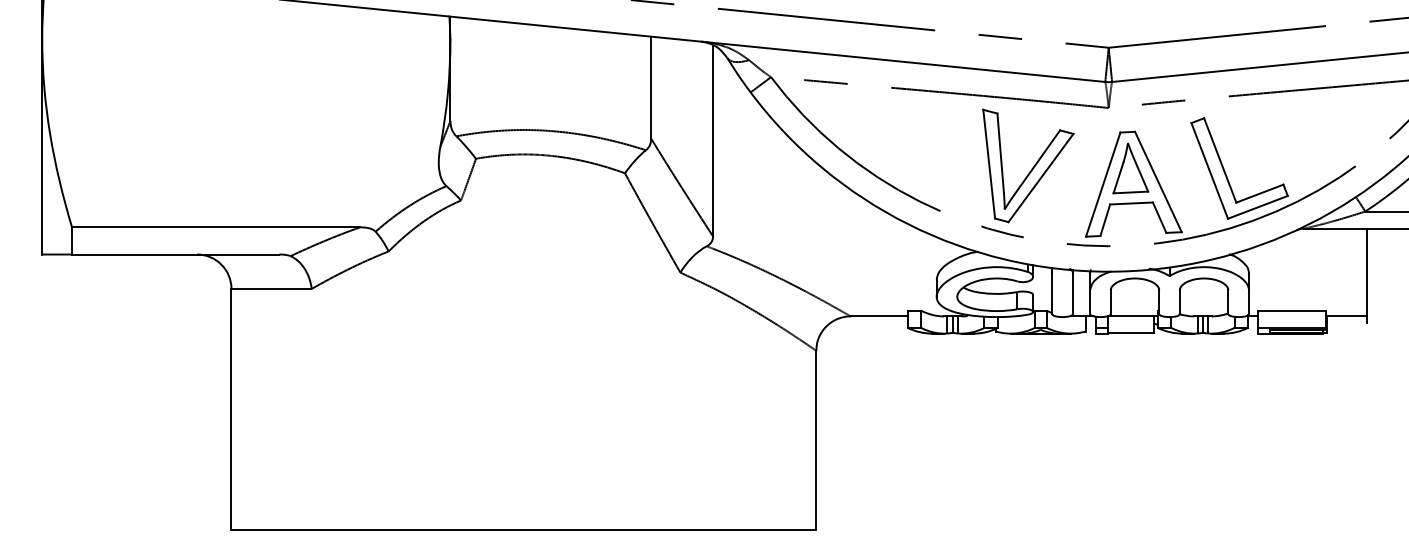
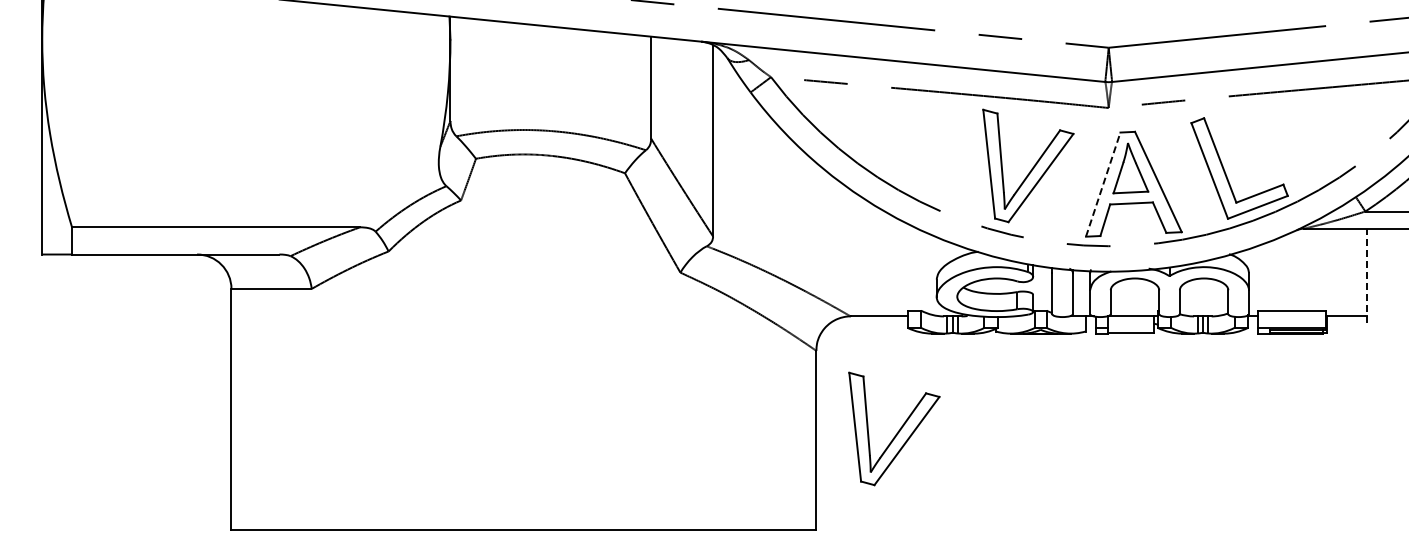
line at (1103, 184): solid -> dashed
line at (1366, 275): solid -> dashed
part at (894, 428): none -> present
